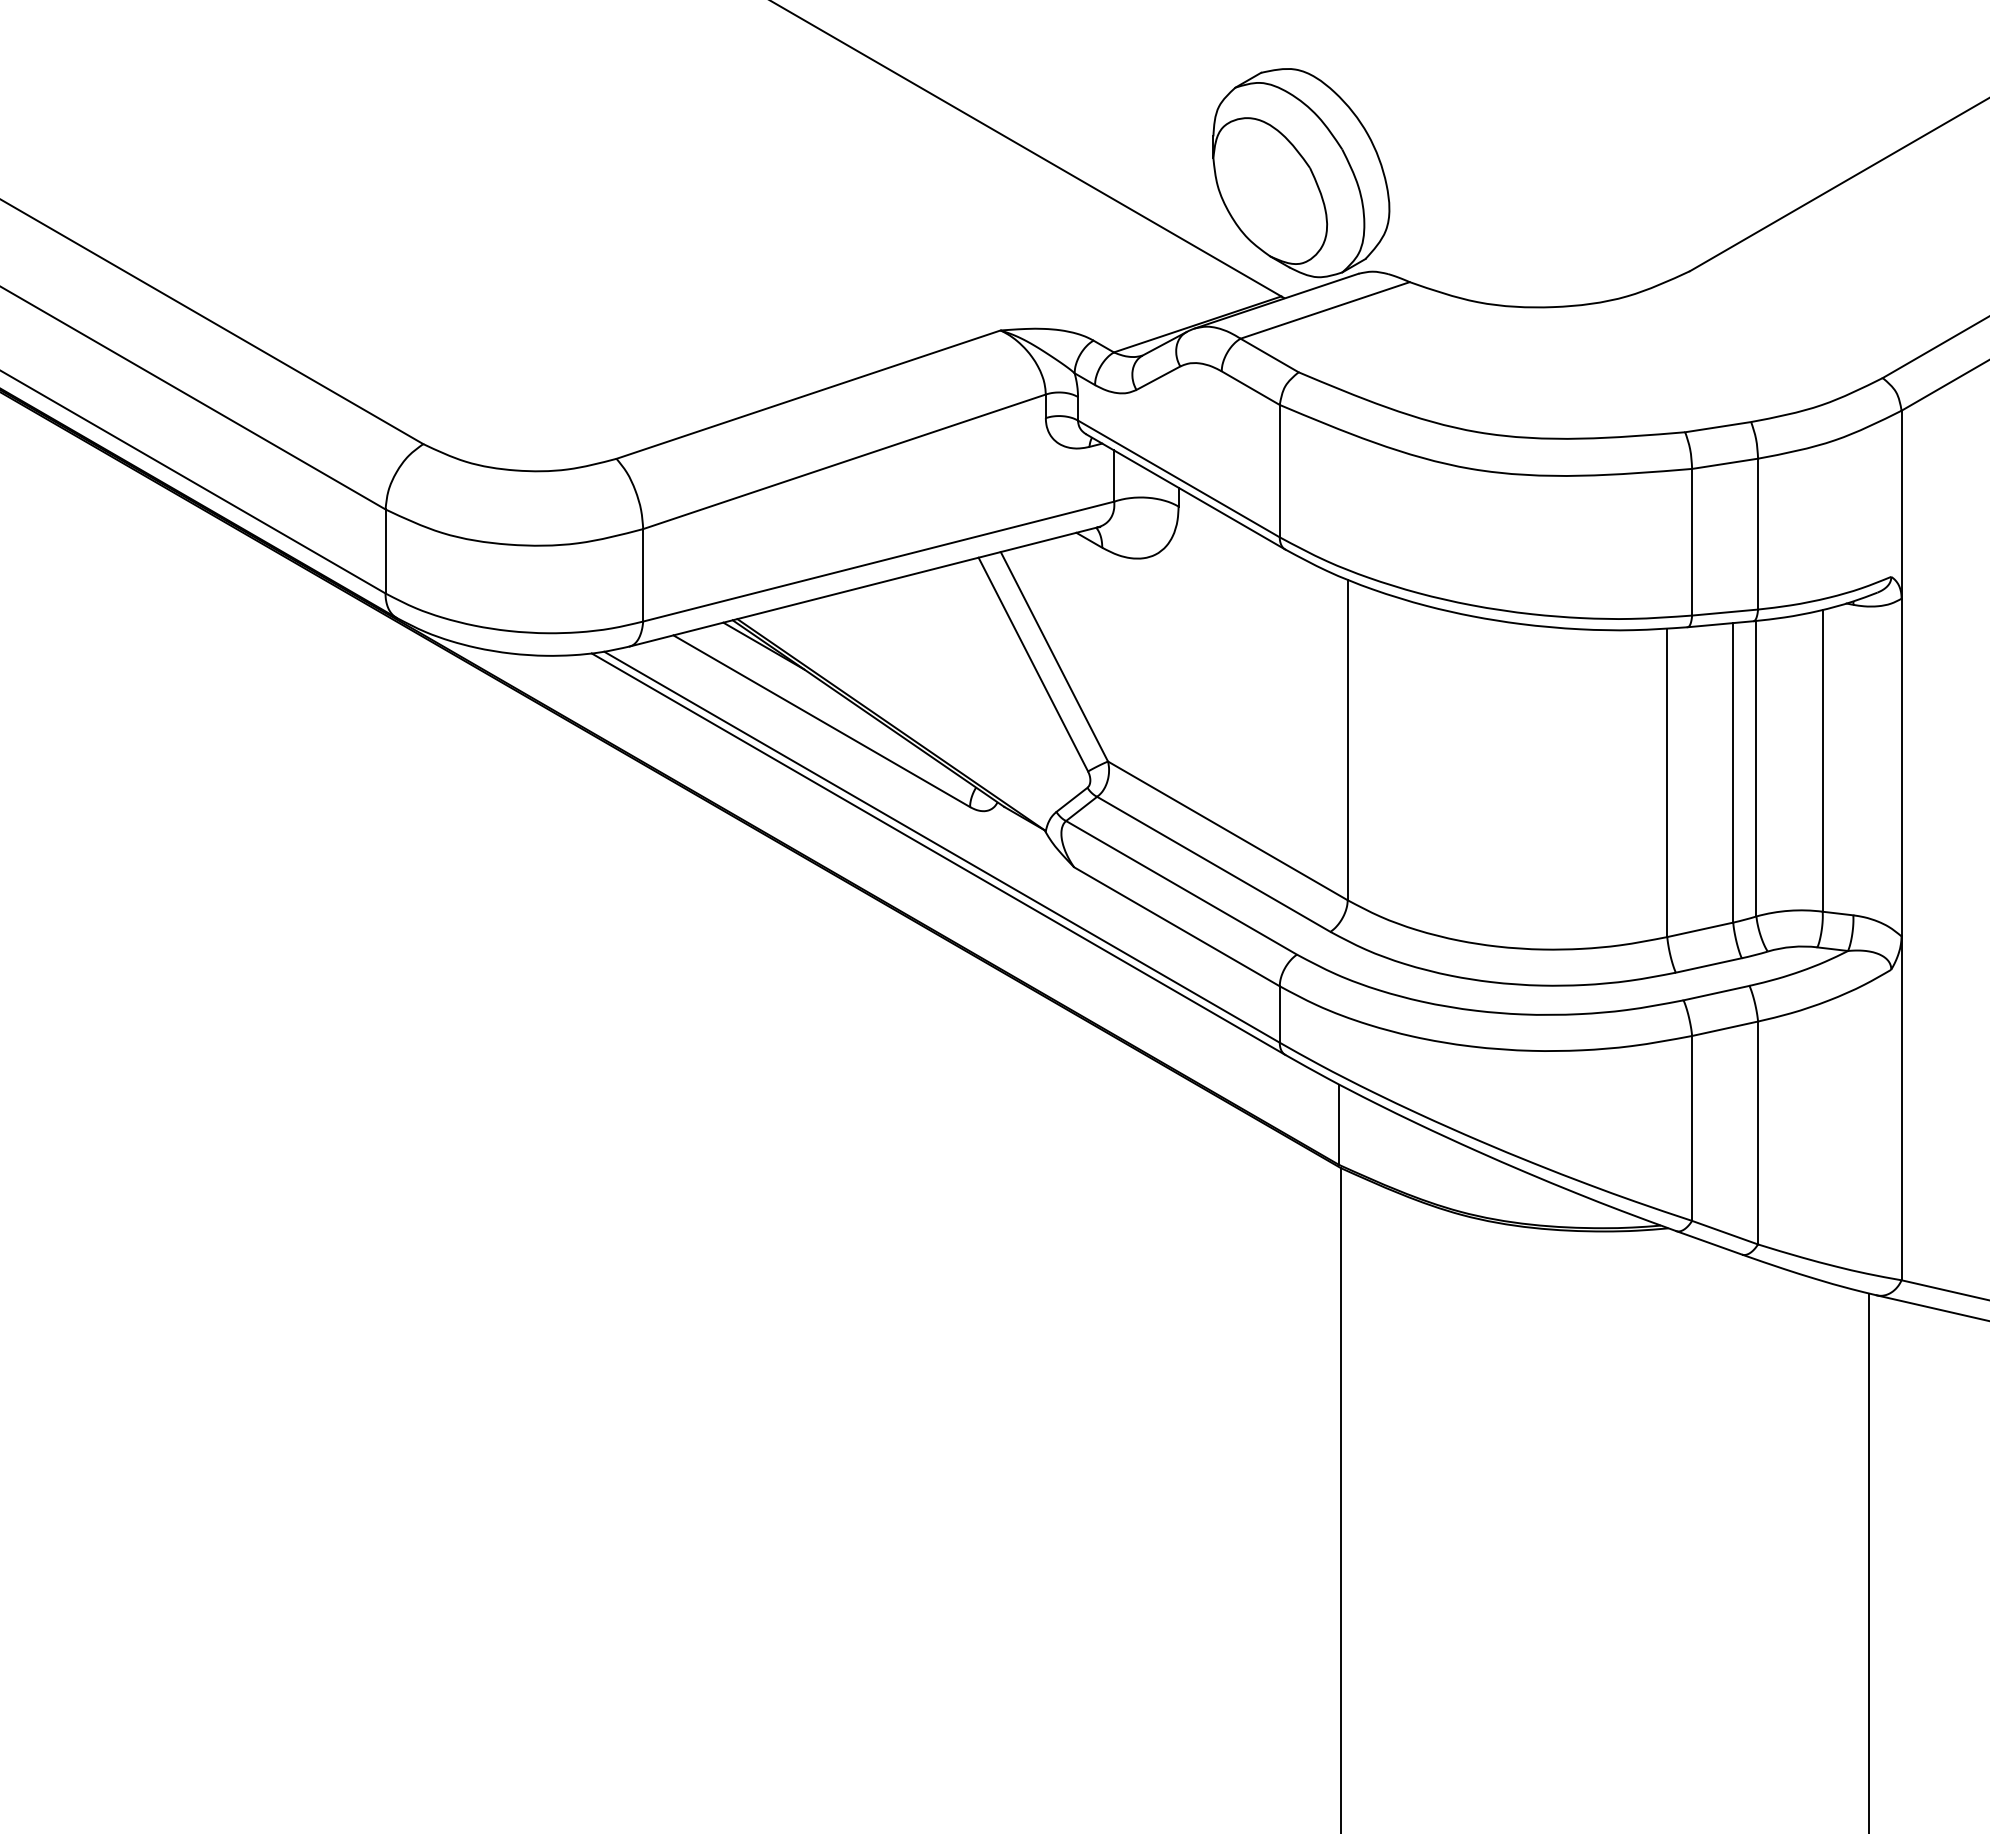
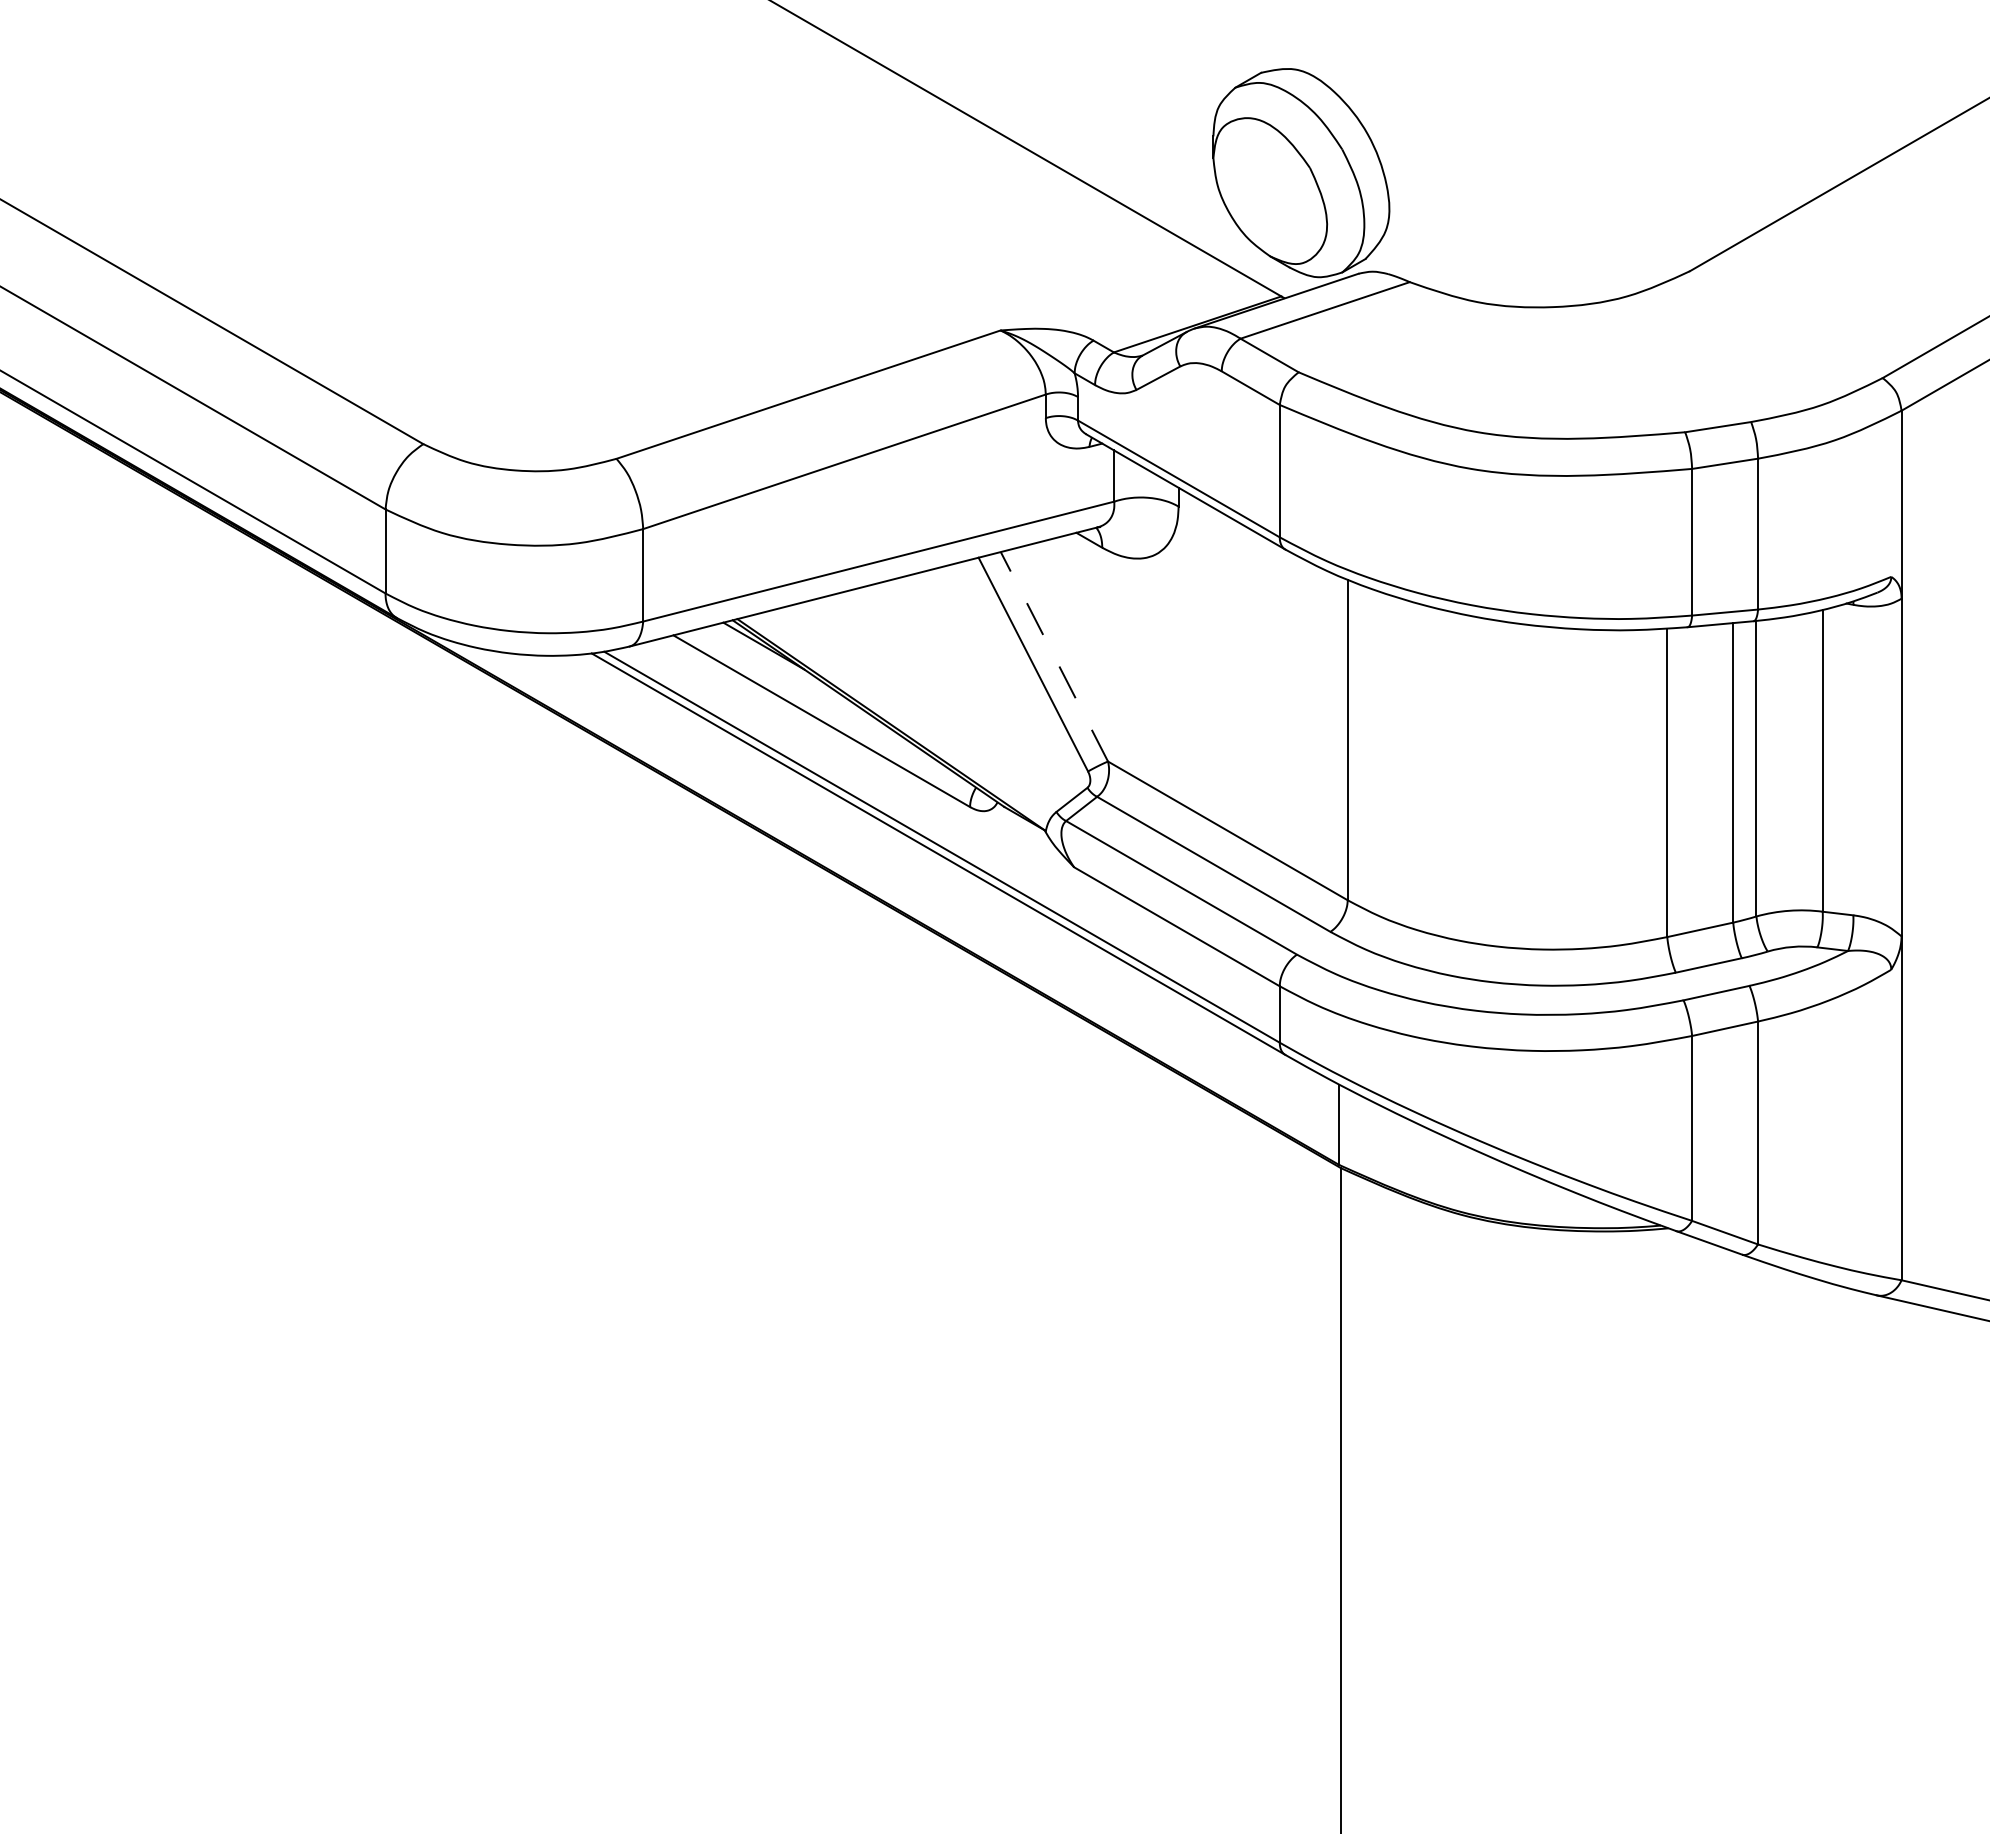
line at (1054, 656): solid -> dashed
line at (1869, 1561): present -> none
